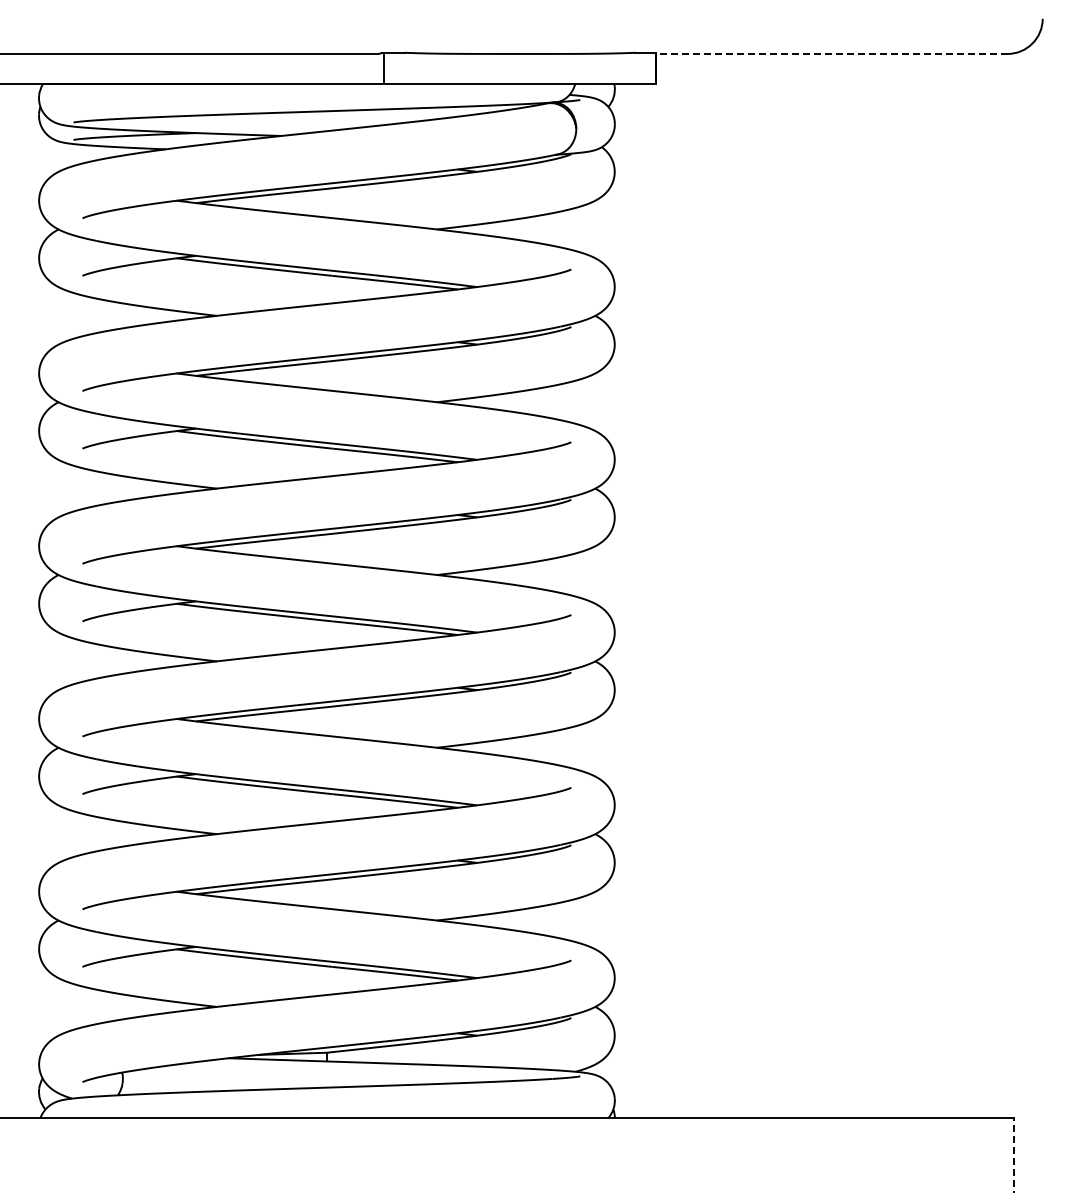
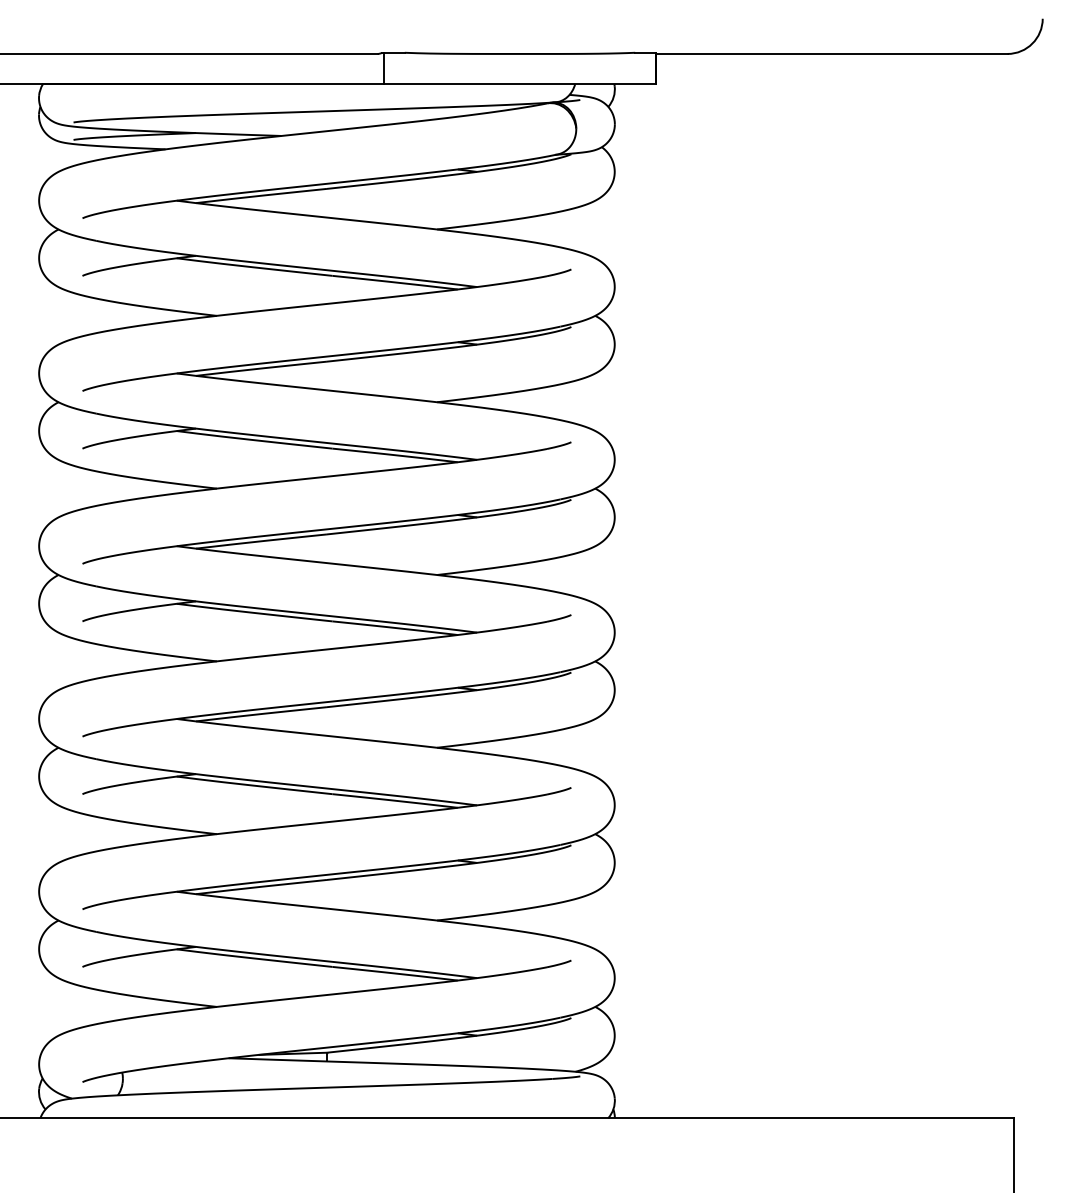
line at (831, 53): dashed -> solid
line at (1014, 1154): dashed -> solid
